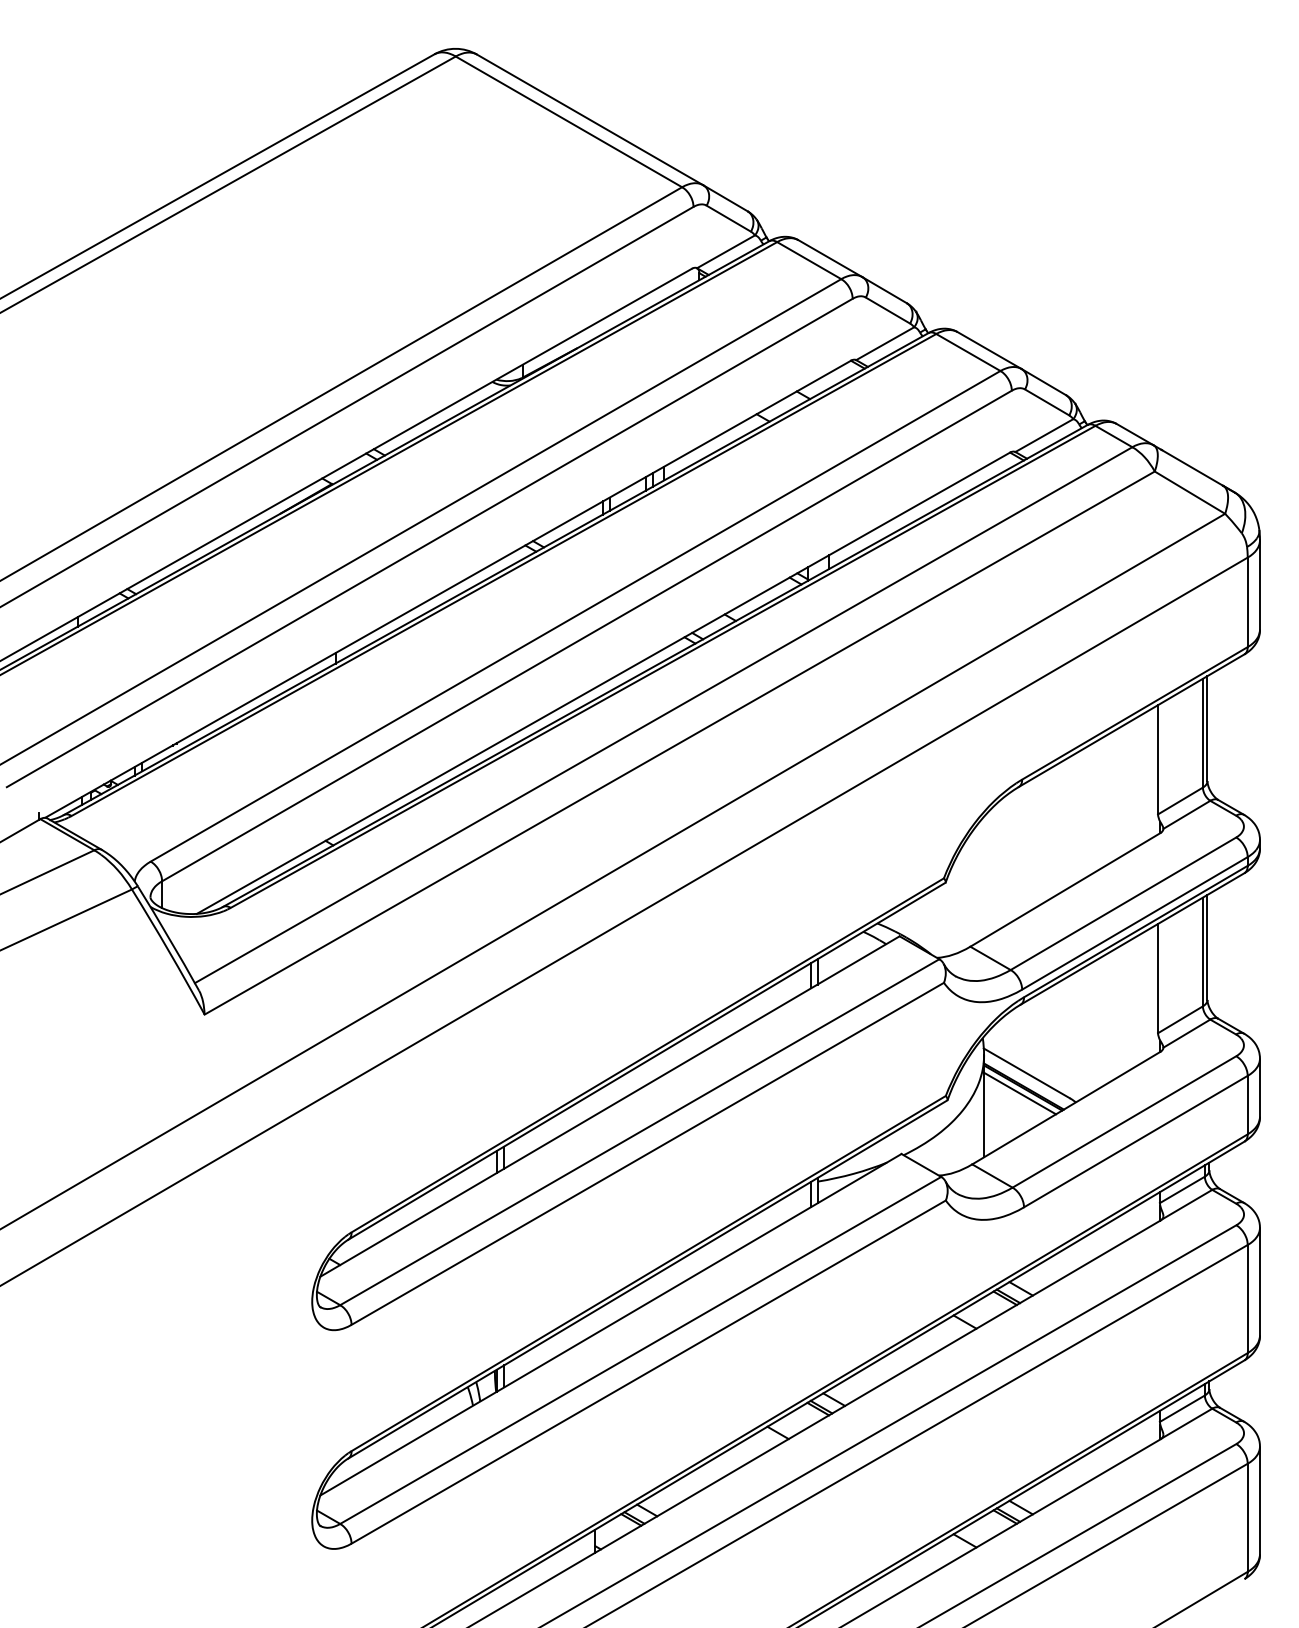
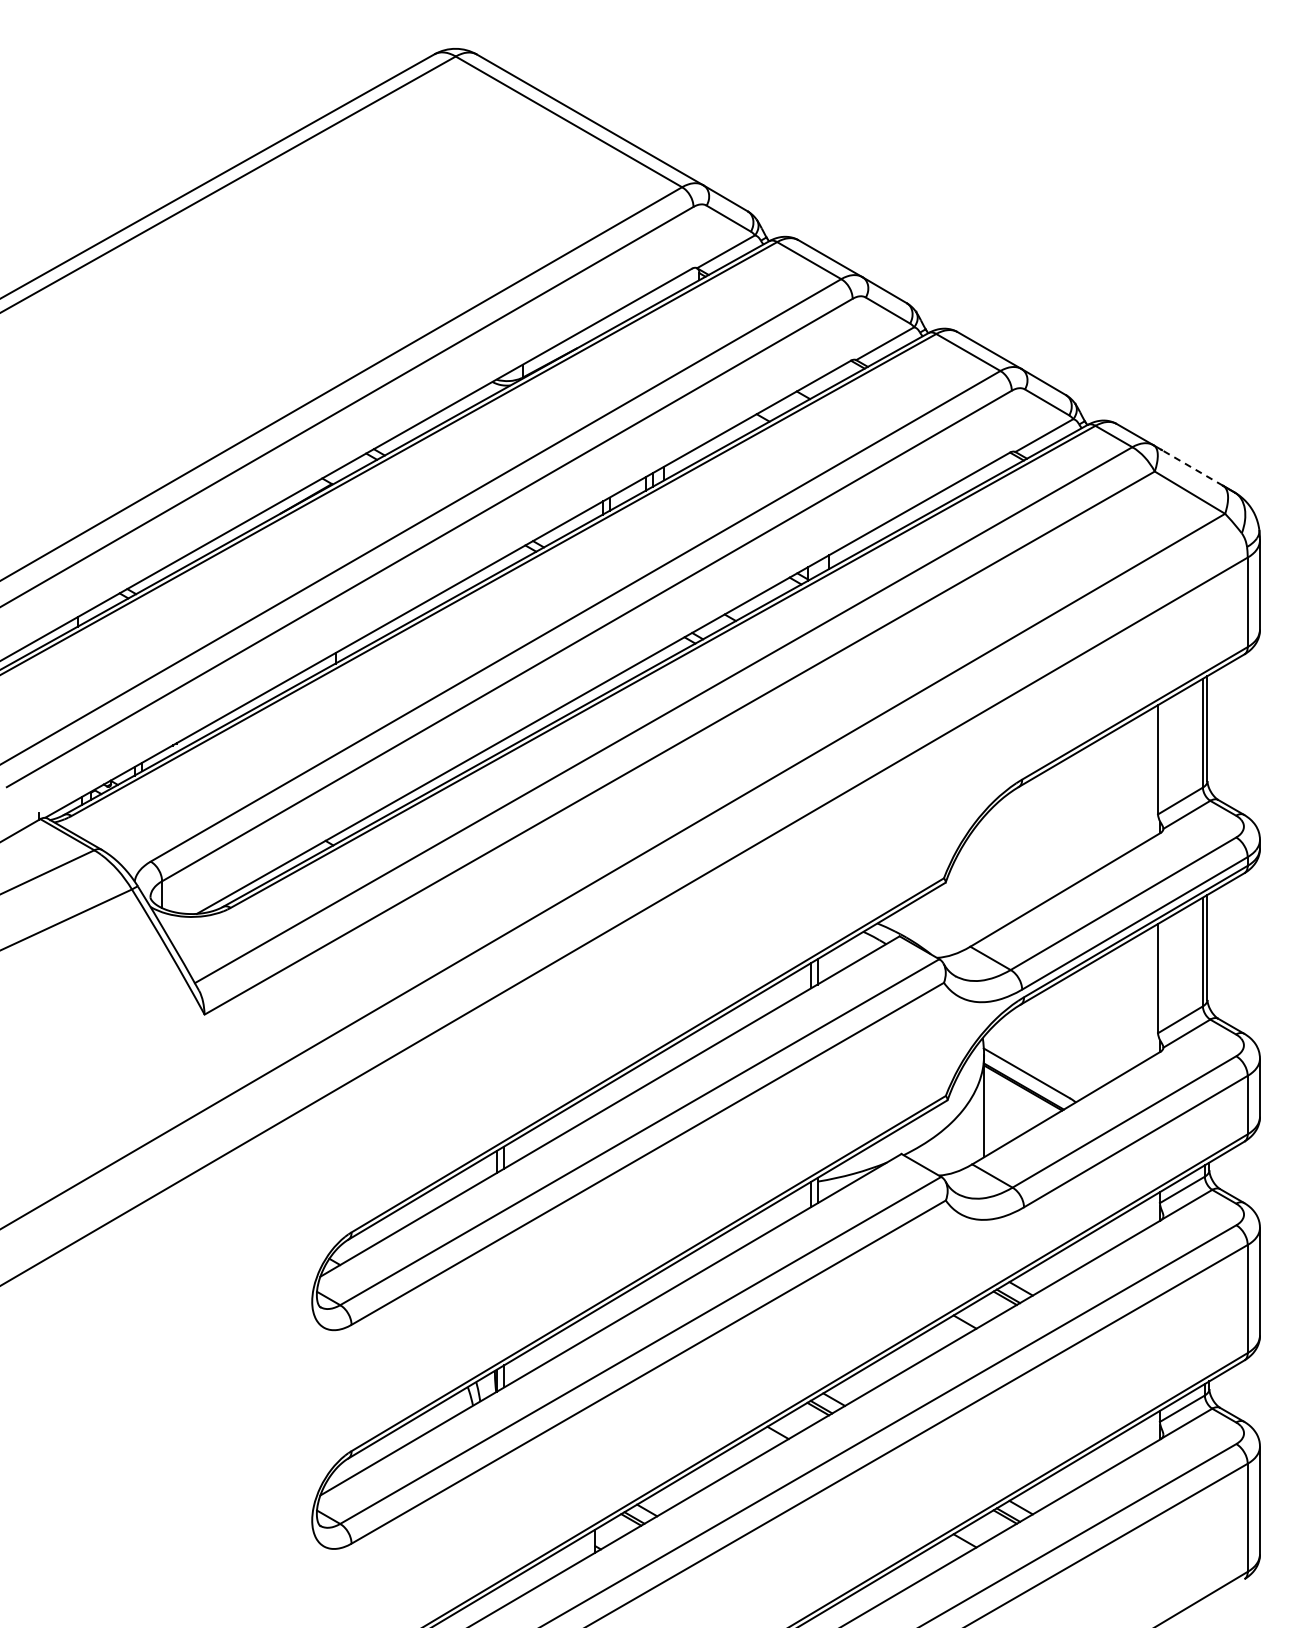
line at (1192, 467): solid -> dashed
line at (1020, 1093): present -> none
